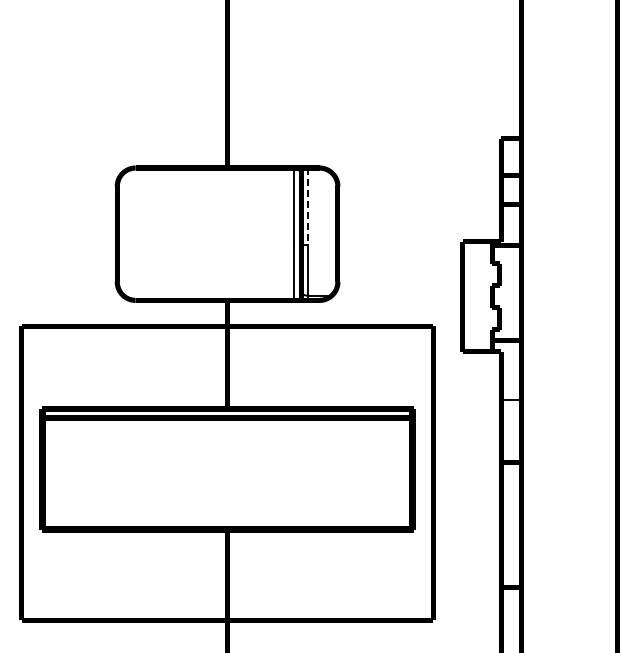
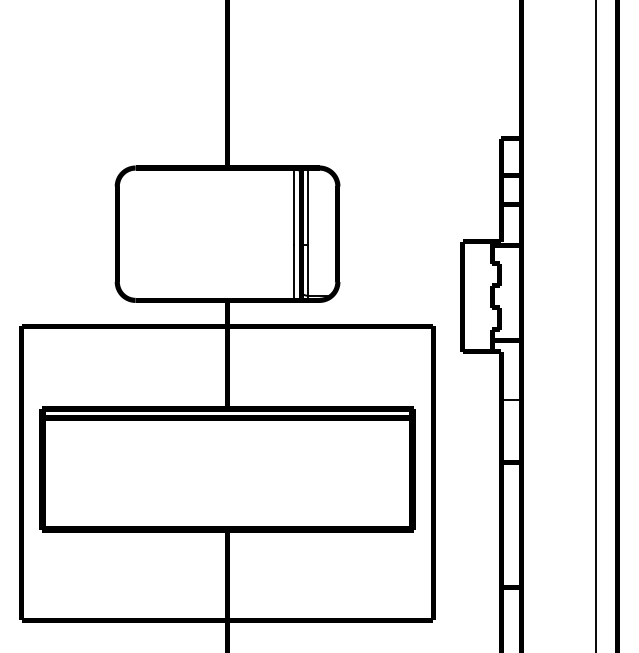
line at (308, 206): dashed -> solid
line at (595, 325): none -> present
